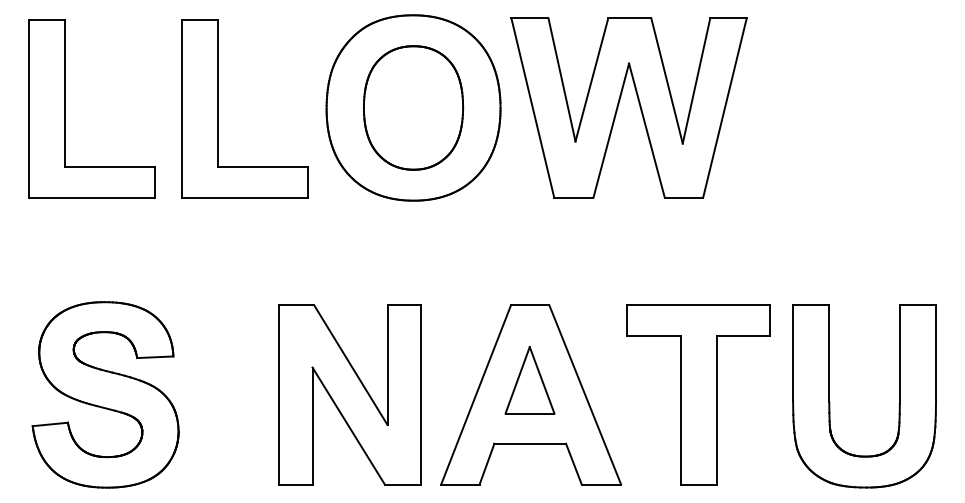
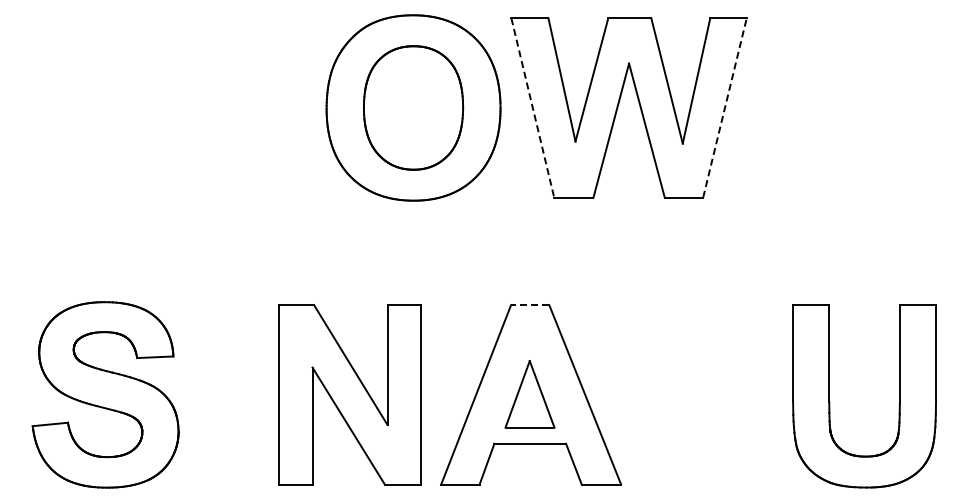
line at (725, 107): solid -> dashed
part at (65, 108): present -> none
part at (218, 108): present -> none
line at (532, 108): solid -> dashed
line at (529, 305): solid -> dashed
part at (529, 380) position: (529, 380) -> (529, 394)
part at (698, 394): present -> none
